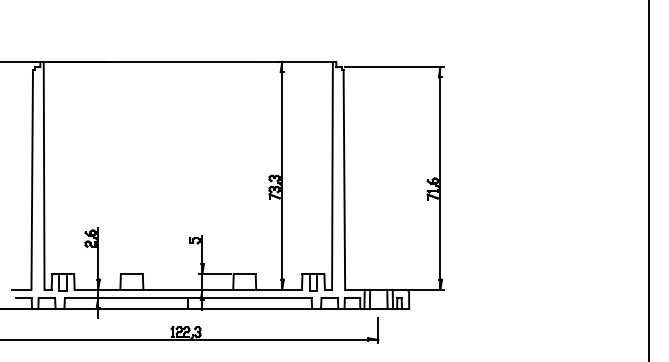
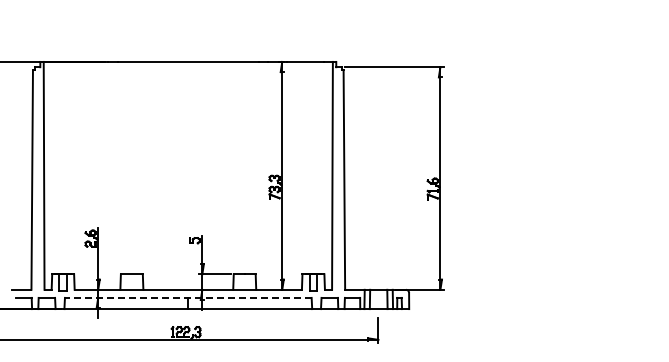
line at (648, 180): present -> none
line at (187, 297): solid -> dashed
